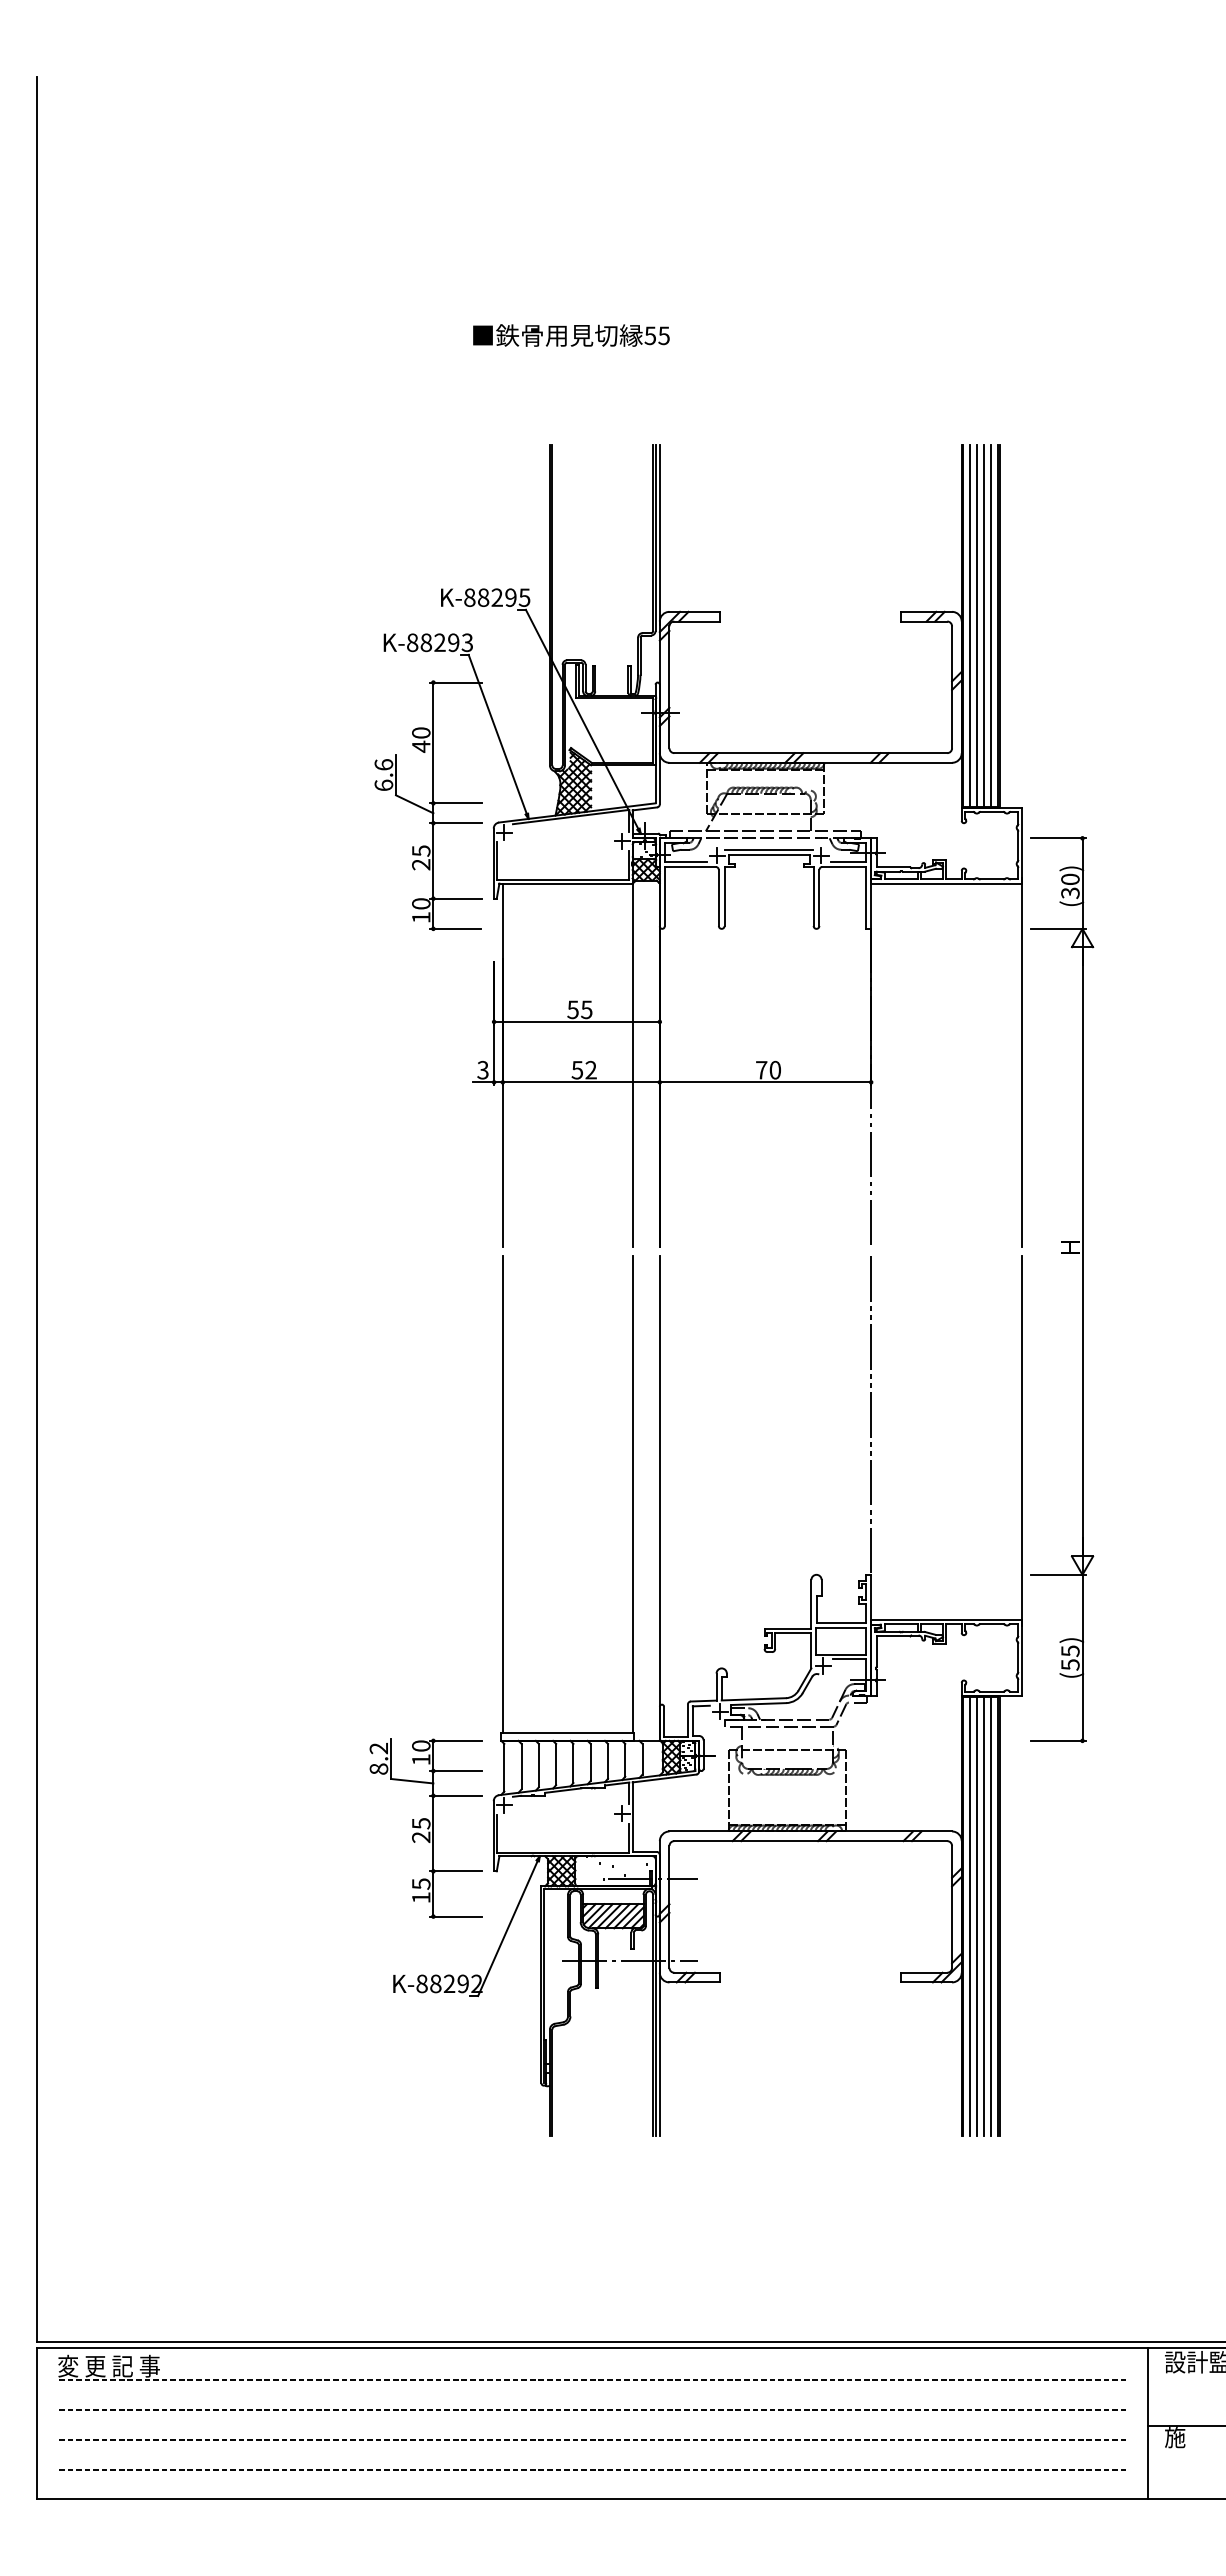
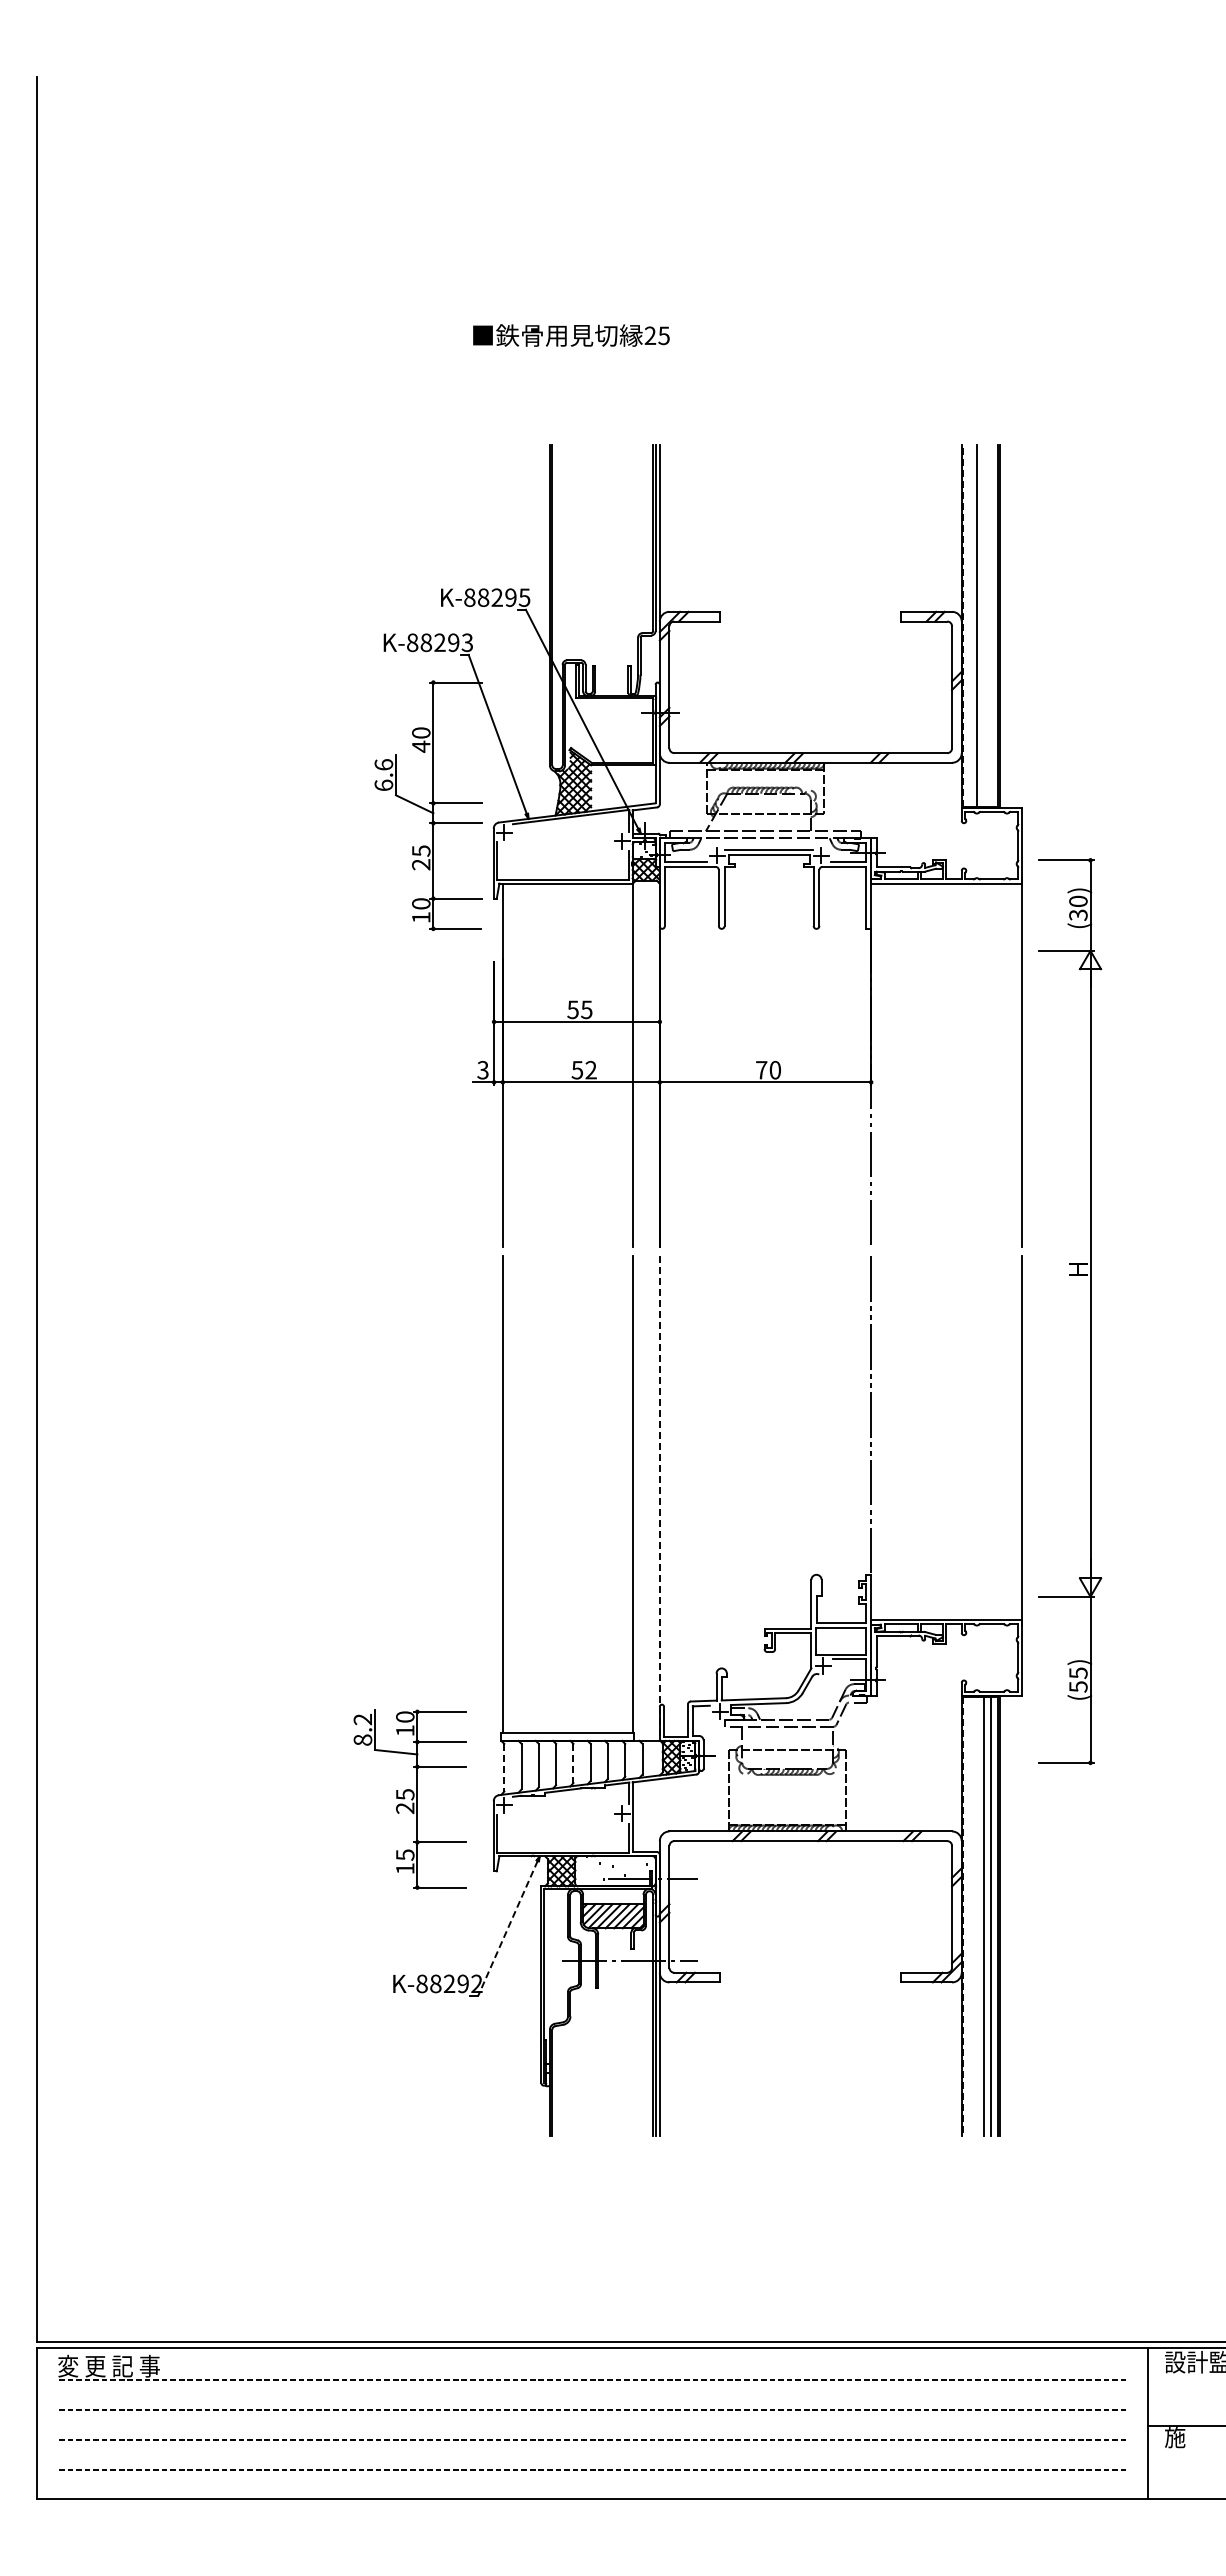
text at (650, 335): 55 -> 25
line at (963, 625): solid -> dashed
line at (970, 625): present -> none
line at (984, 625): present -> none
line at (991, 625): present -> none
part at (1082, 1289) position: (1082, 1289) -> (1090, 1311)
line at (659, 1499): solid -> dashed
line at (573, 1763): solid -> dashed
line at (504, 1767): solid -> dashed
part at (425, 1828) position: (425, 1828) -> (409, 1799)
line at (963, 1916): solid -> dashed
line at (970, 1916): present -> none
line at (977, 1916): present -> none
line at (507, 1928): solid -> dashed
